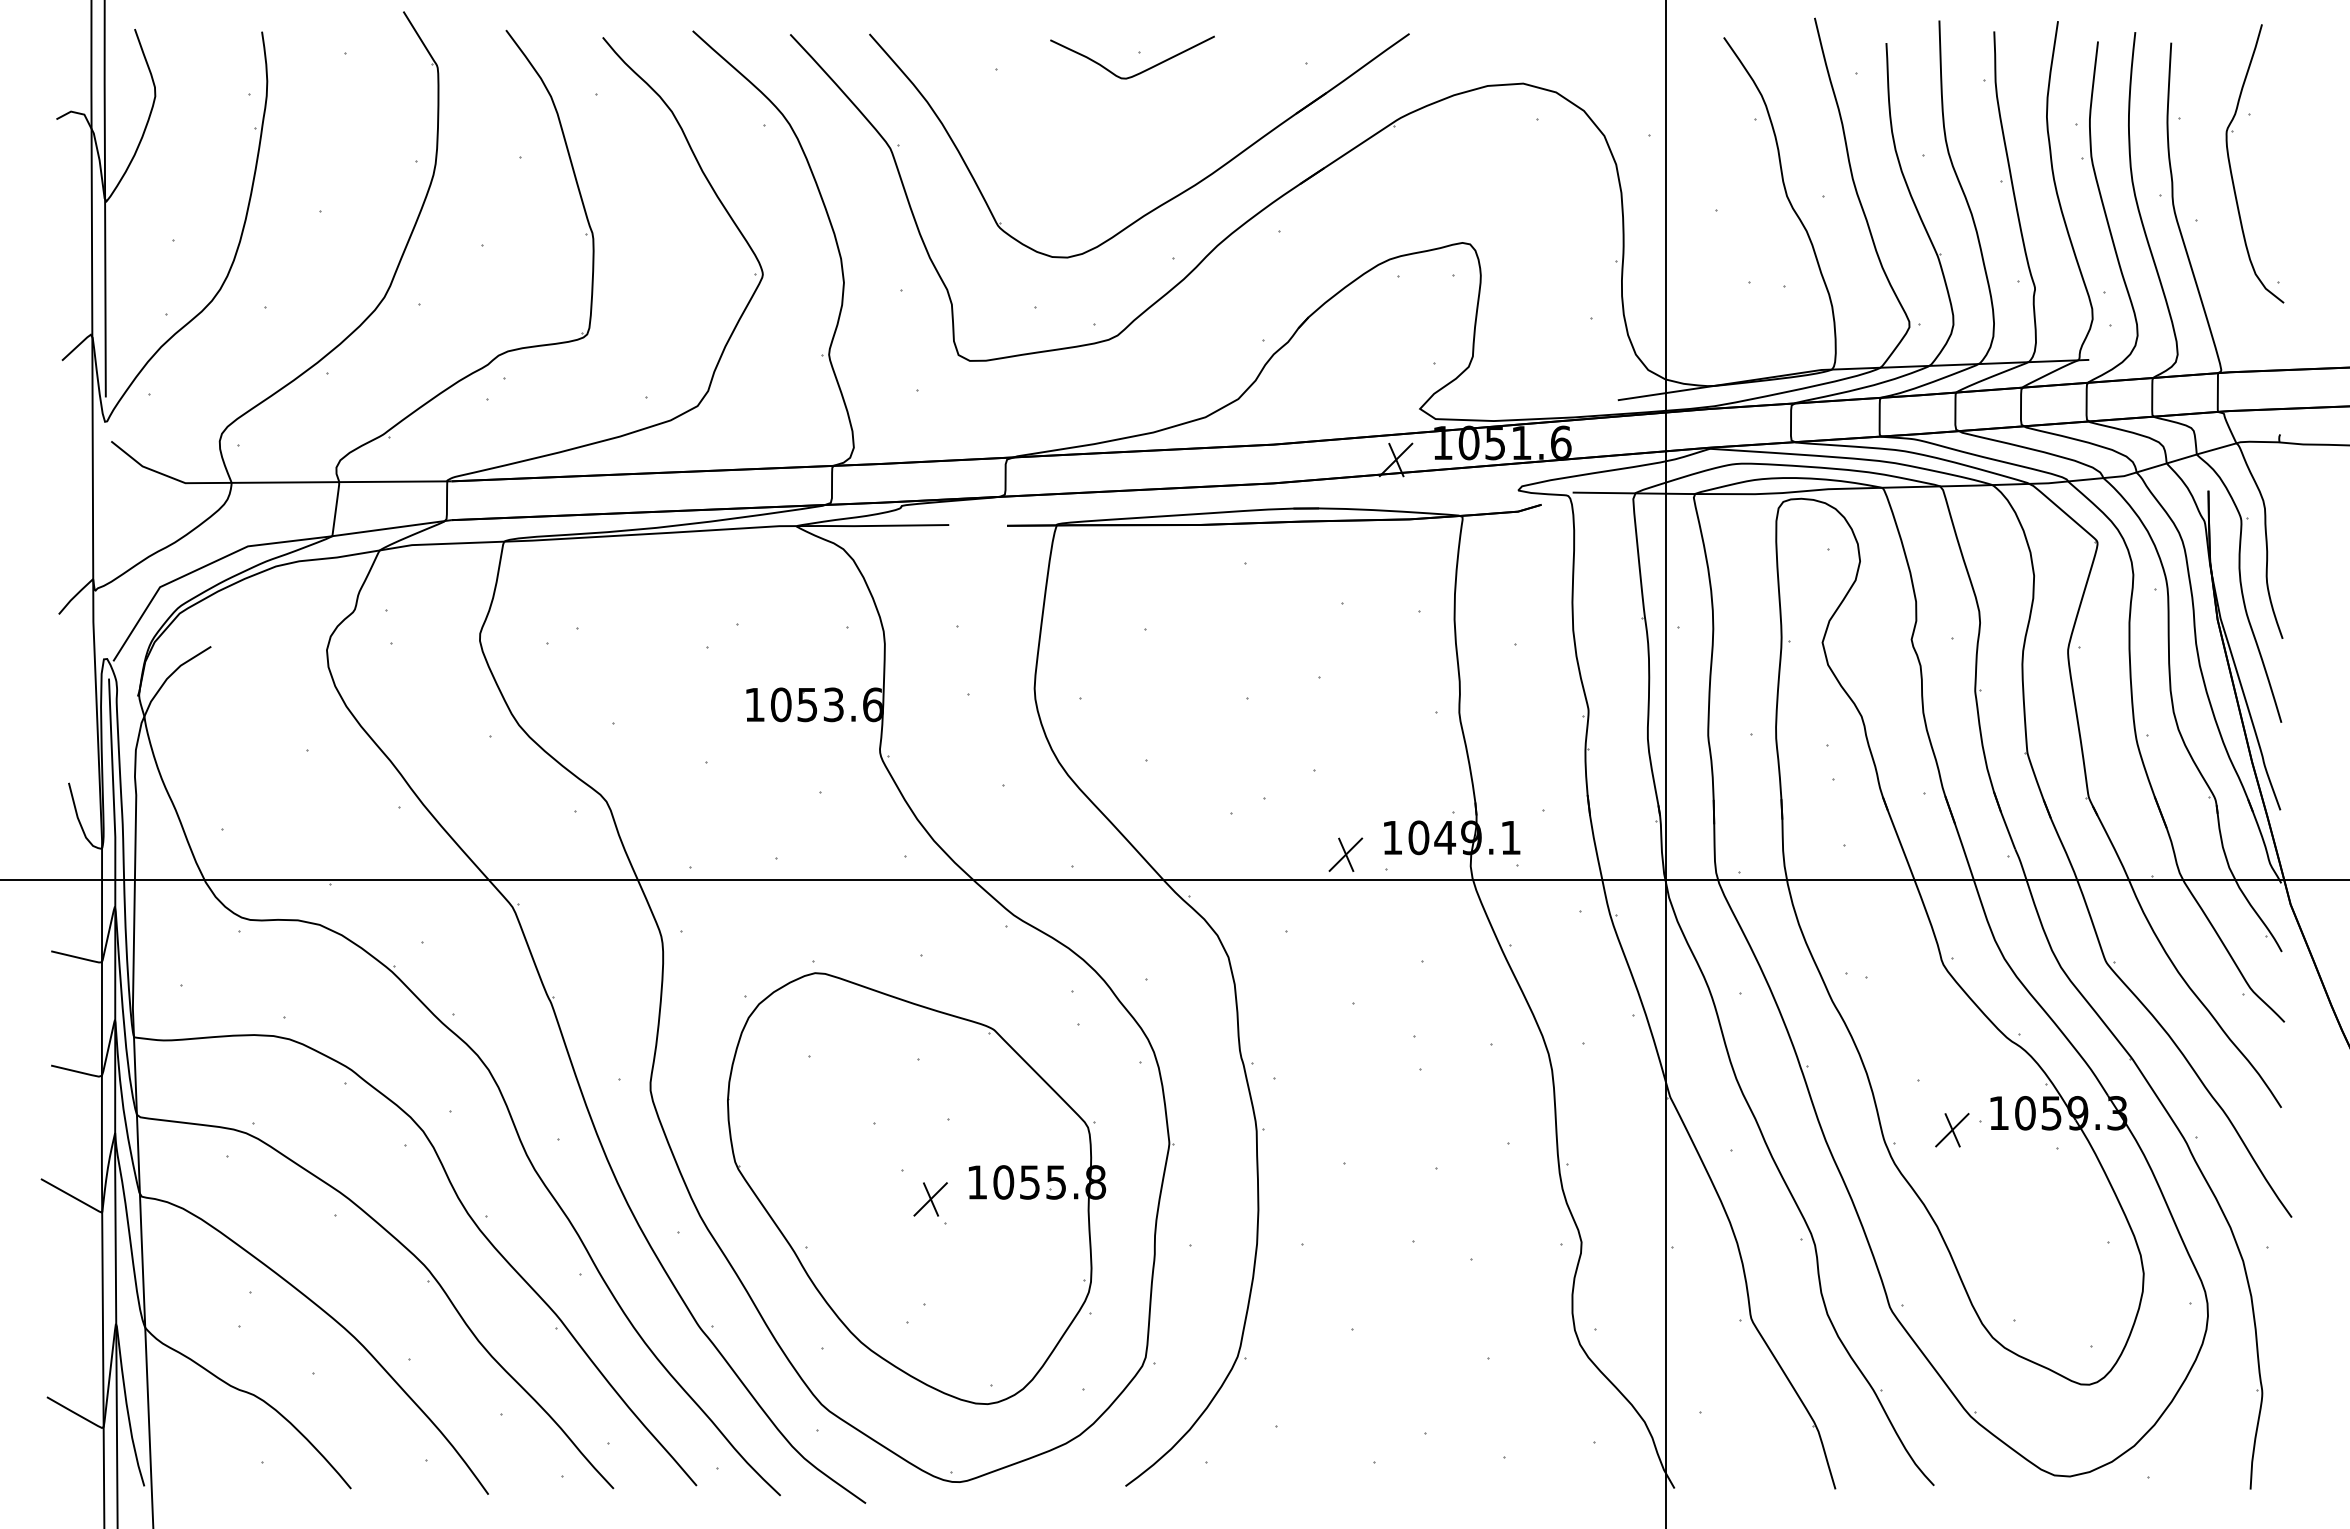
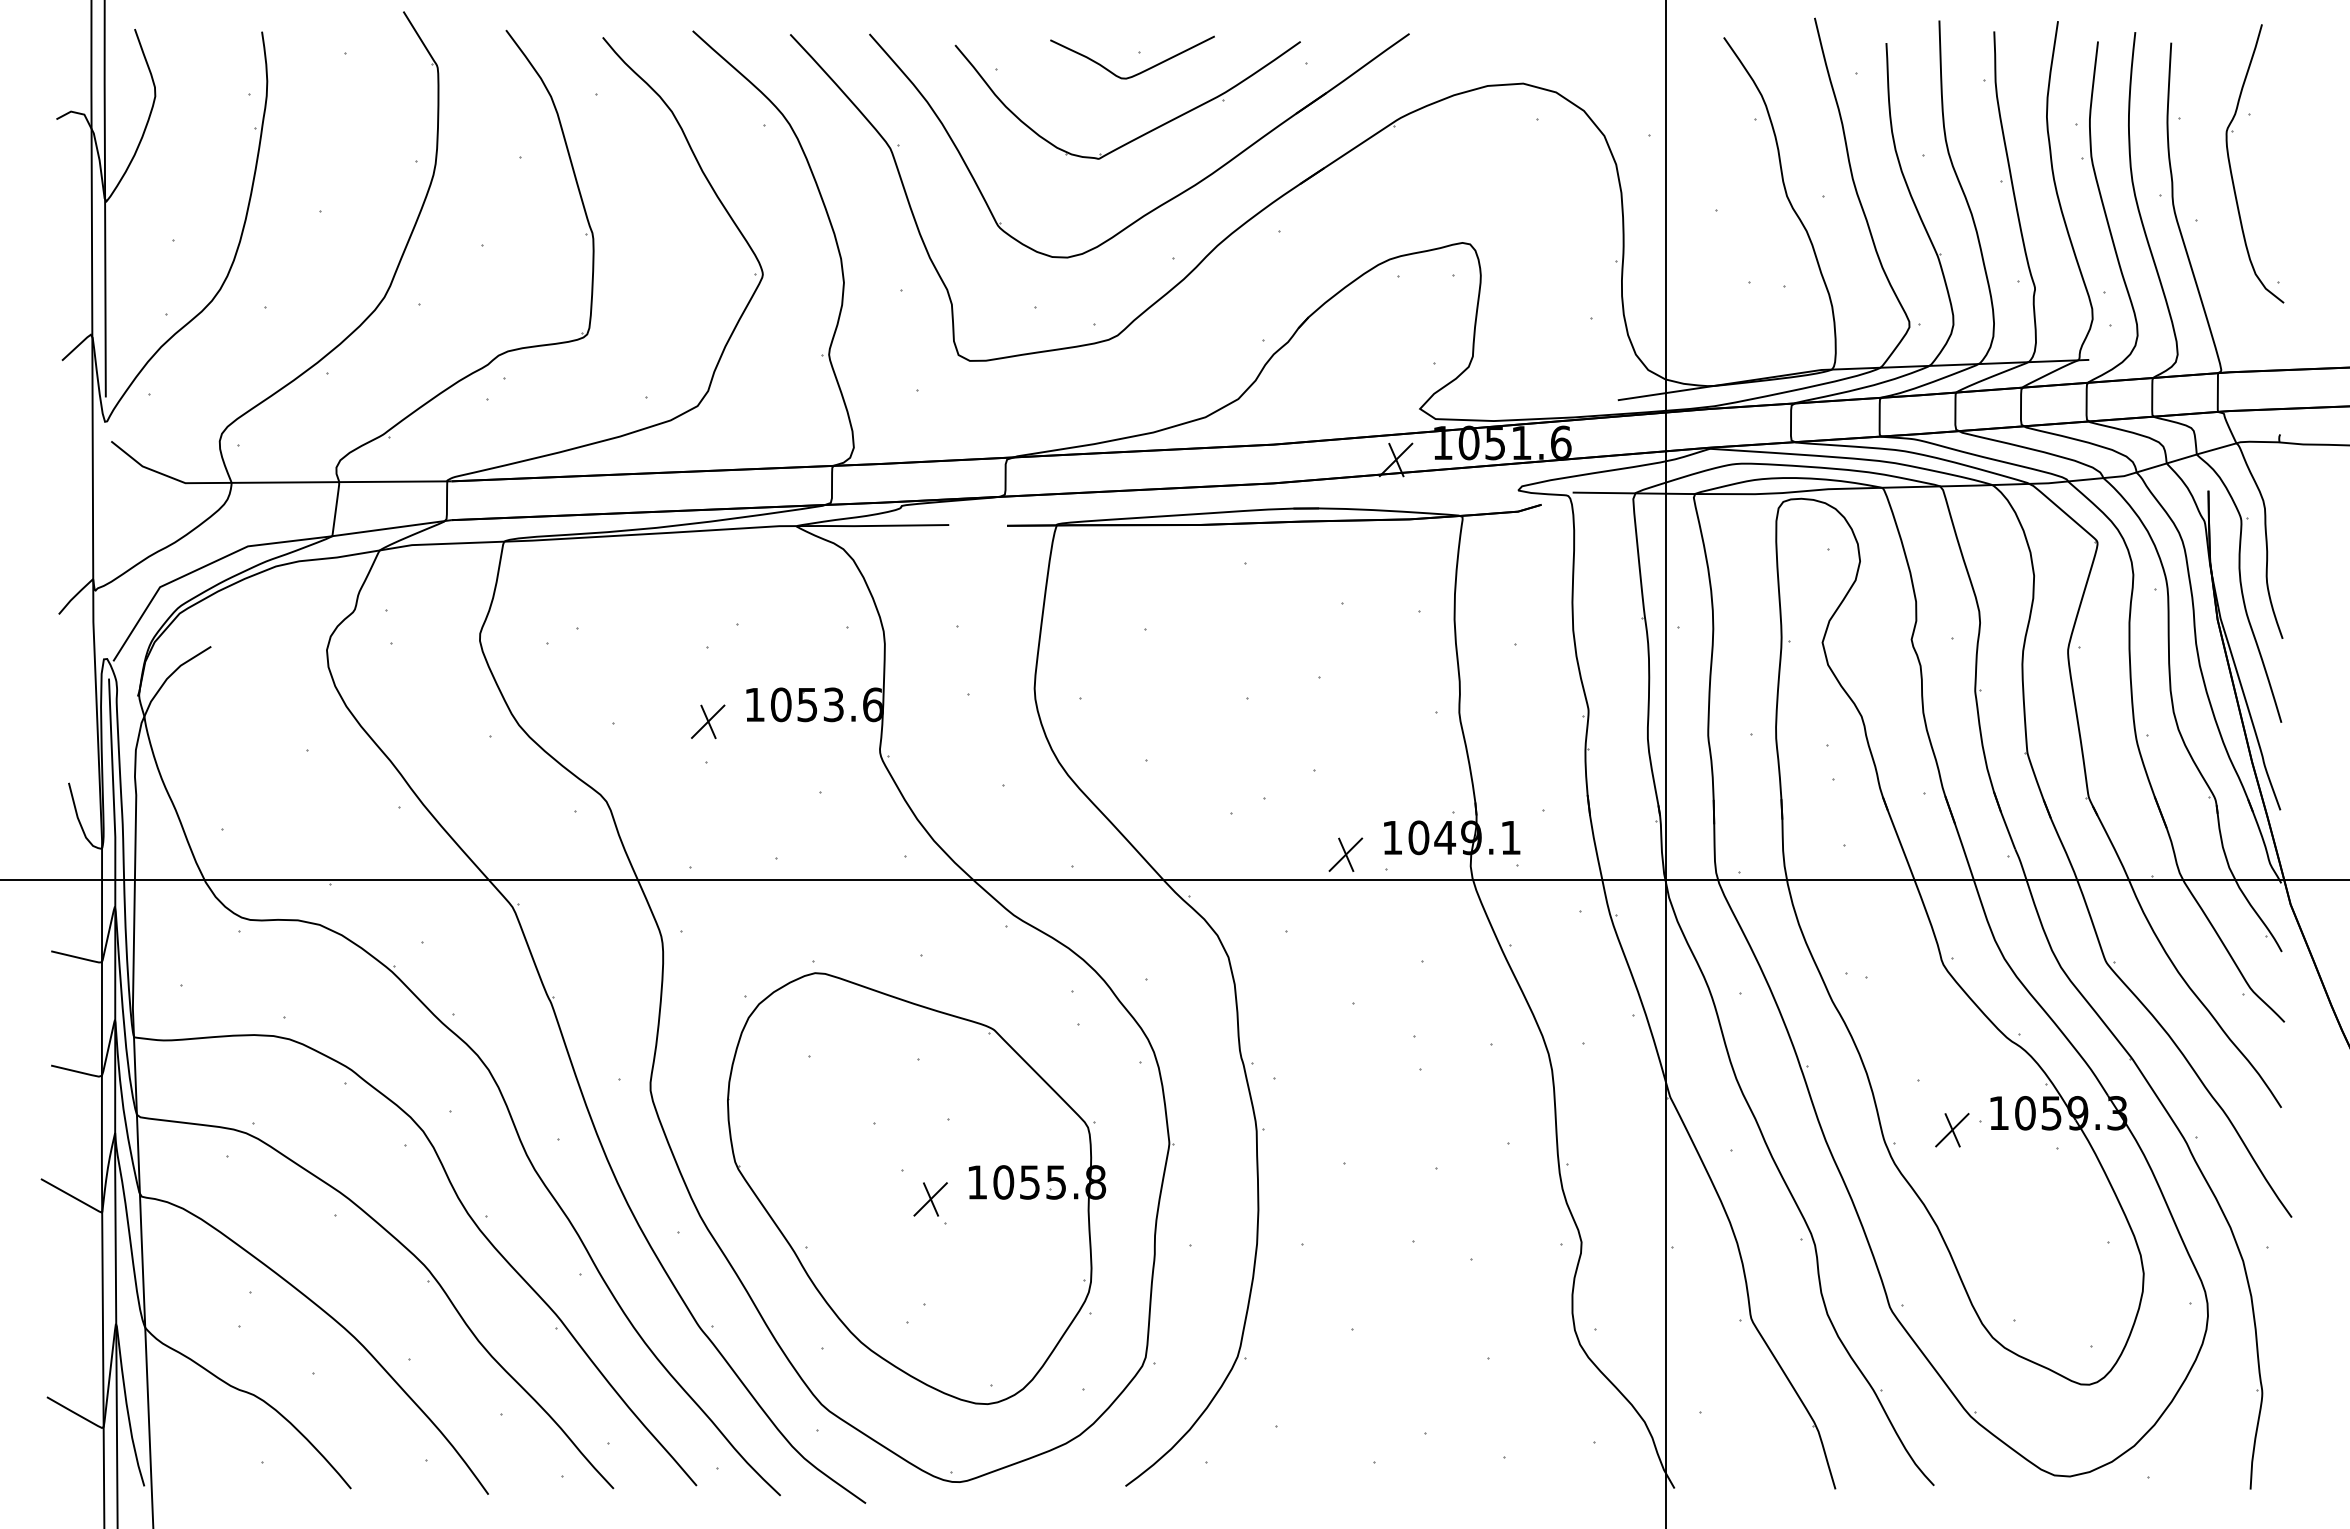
part at (1147, 131): none -> present
part at (708, 721): none -> present
